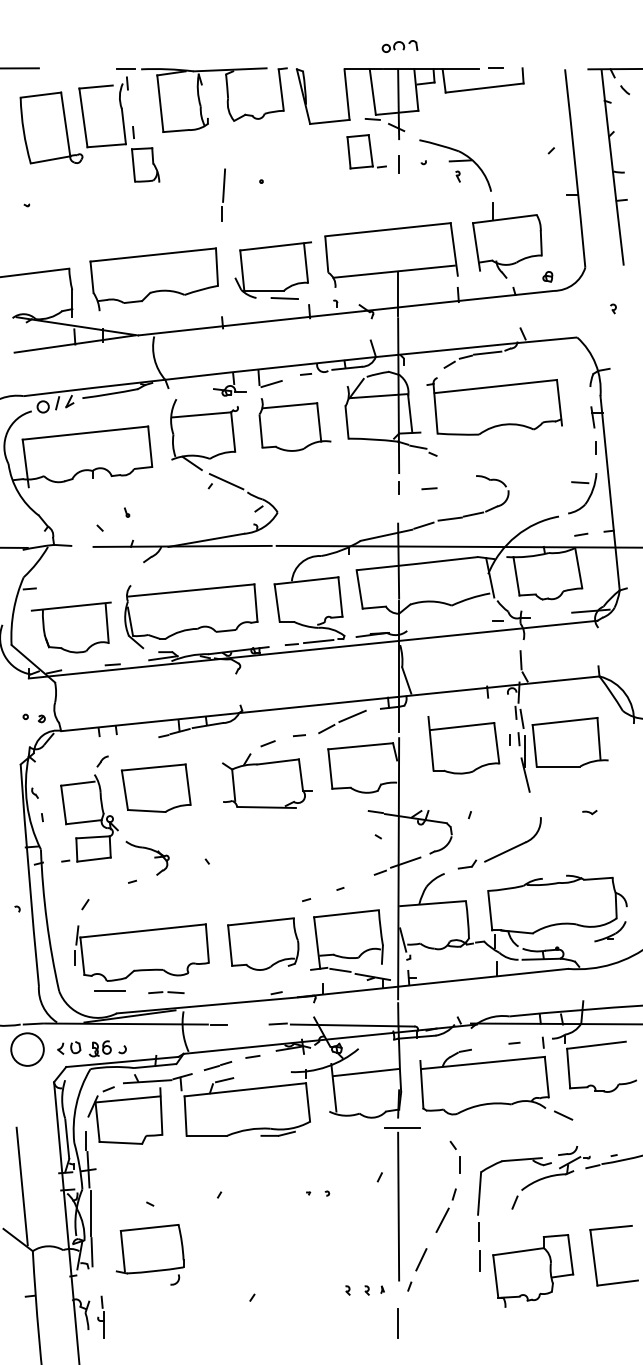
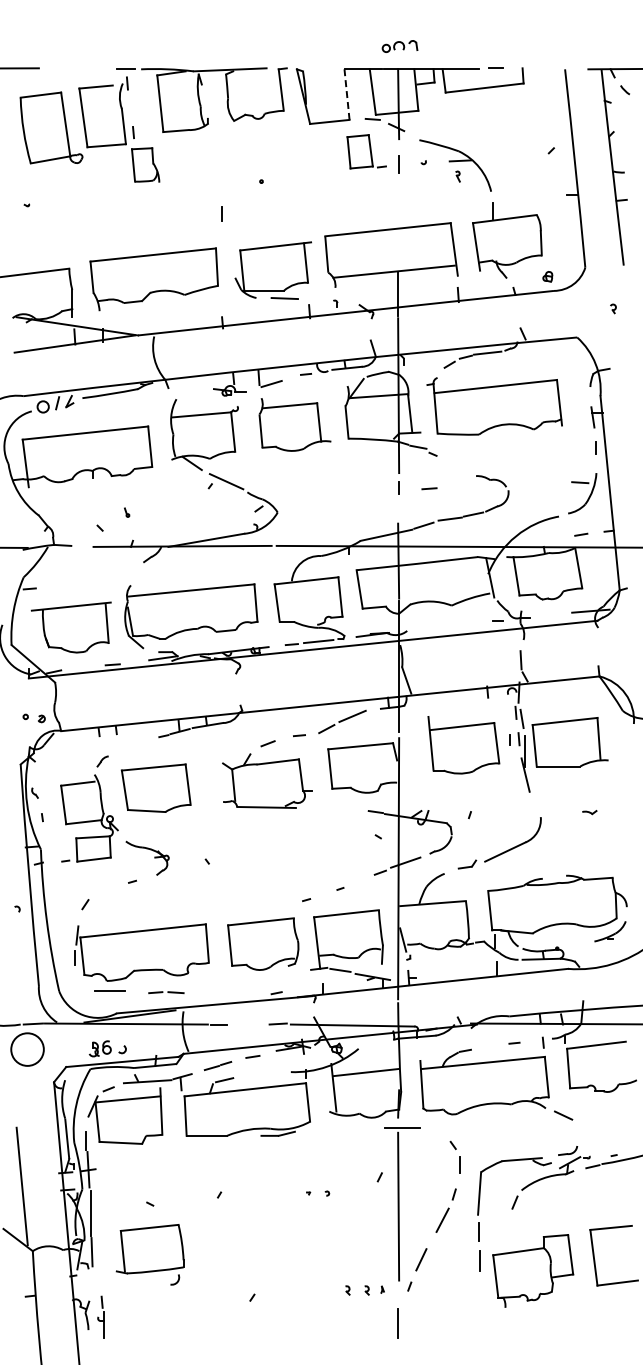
line at (346, 94): solid -> dashed
line at (224, 185): present -> none
part at (69, 1047): present -> none
